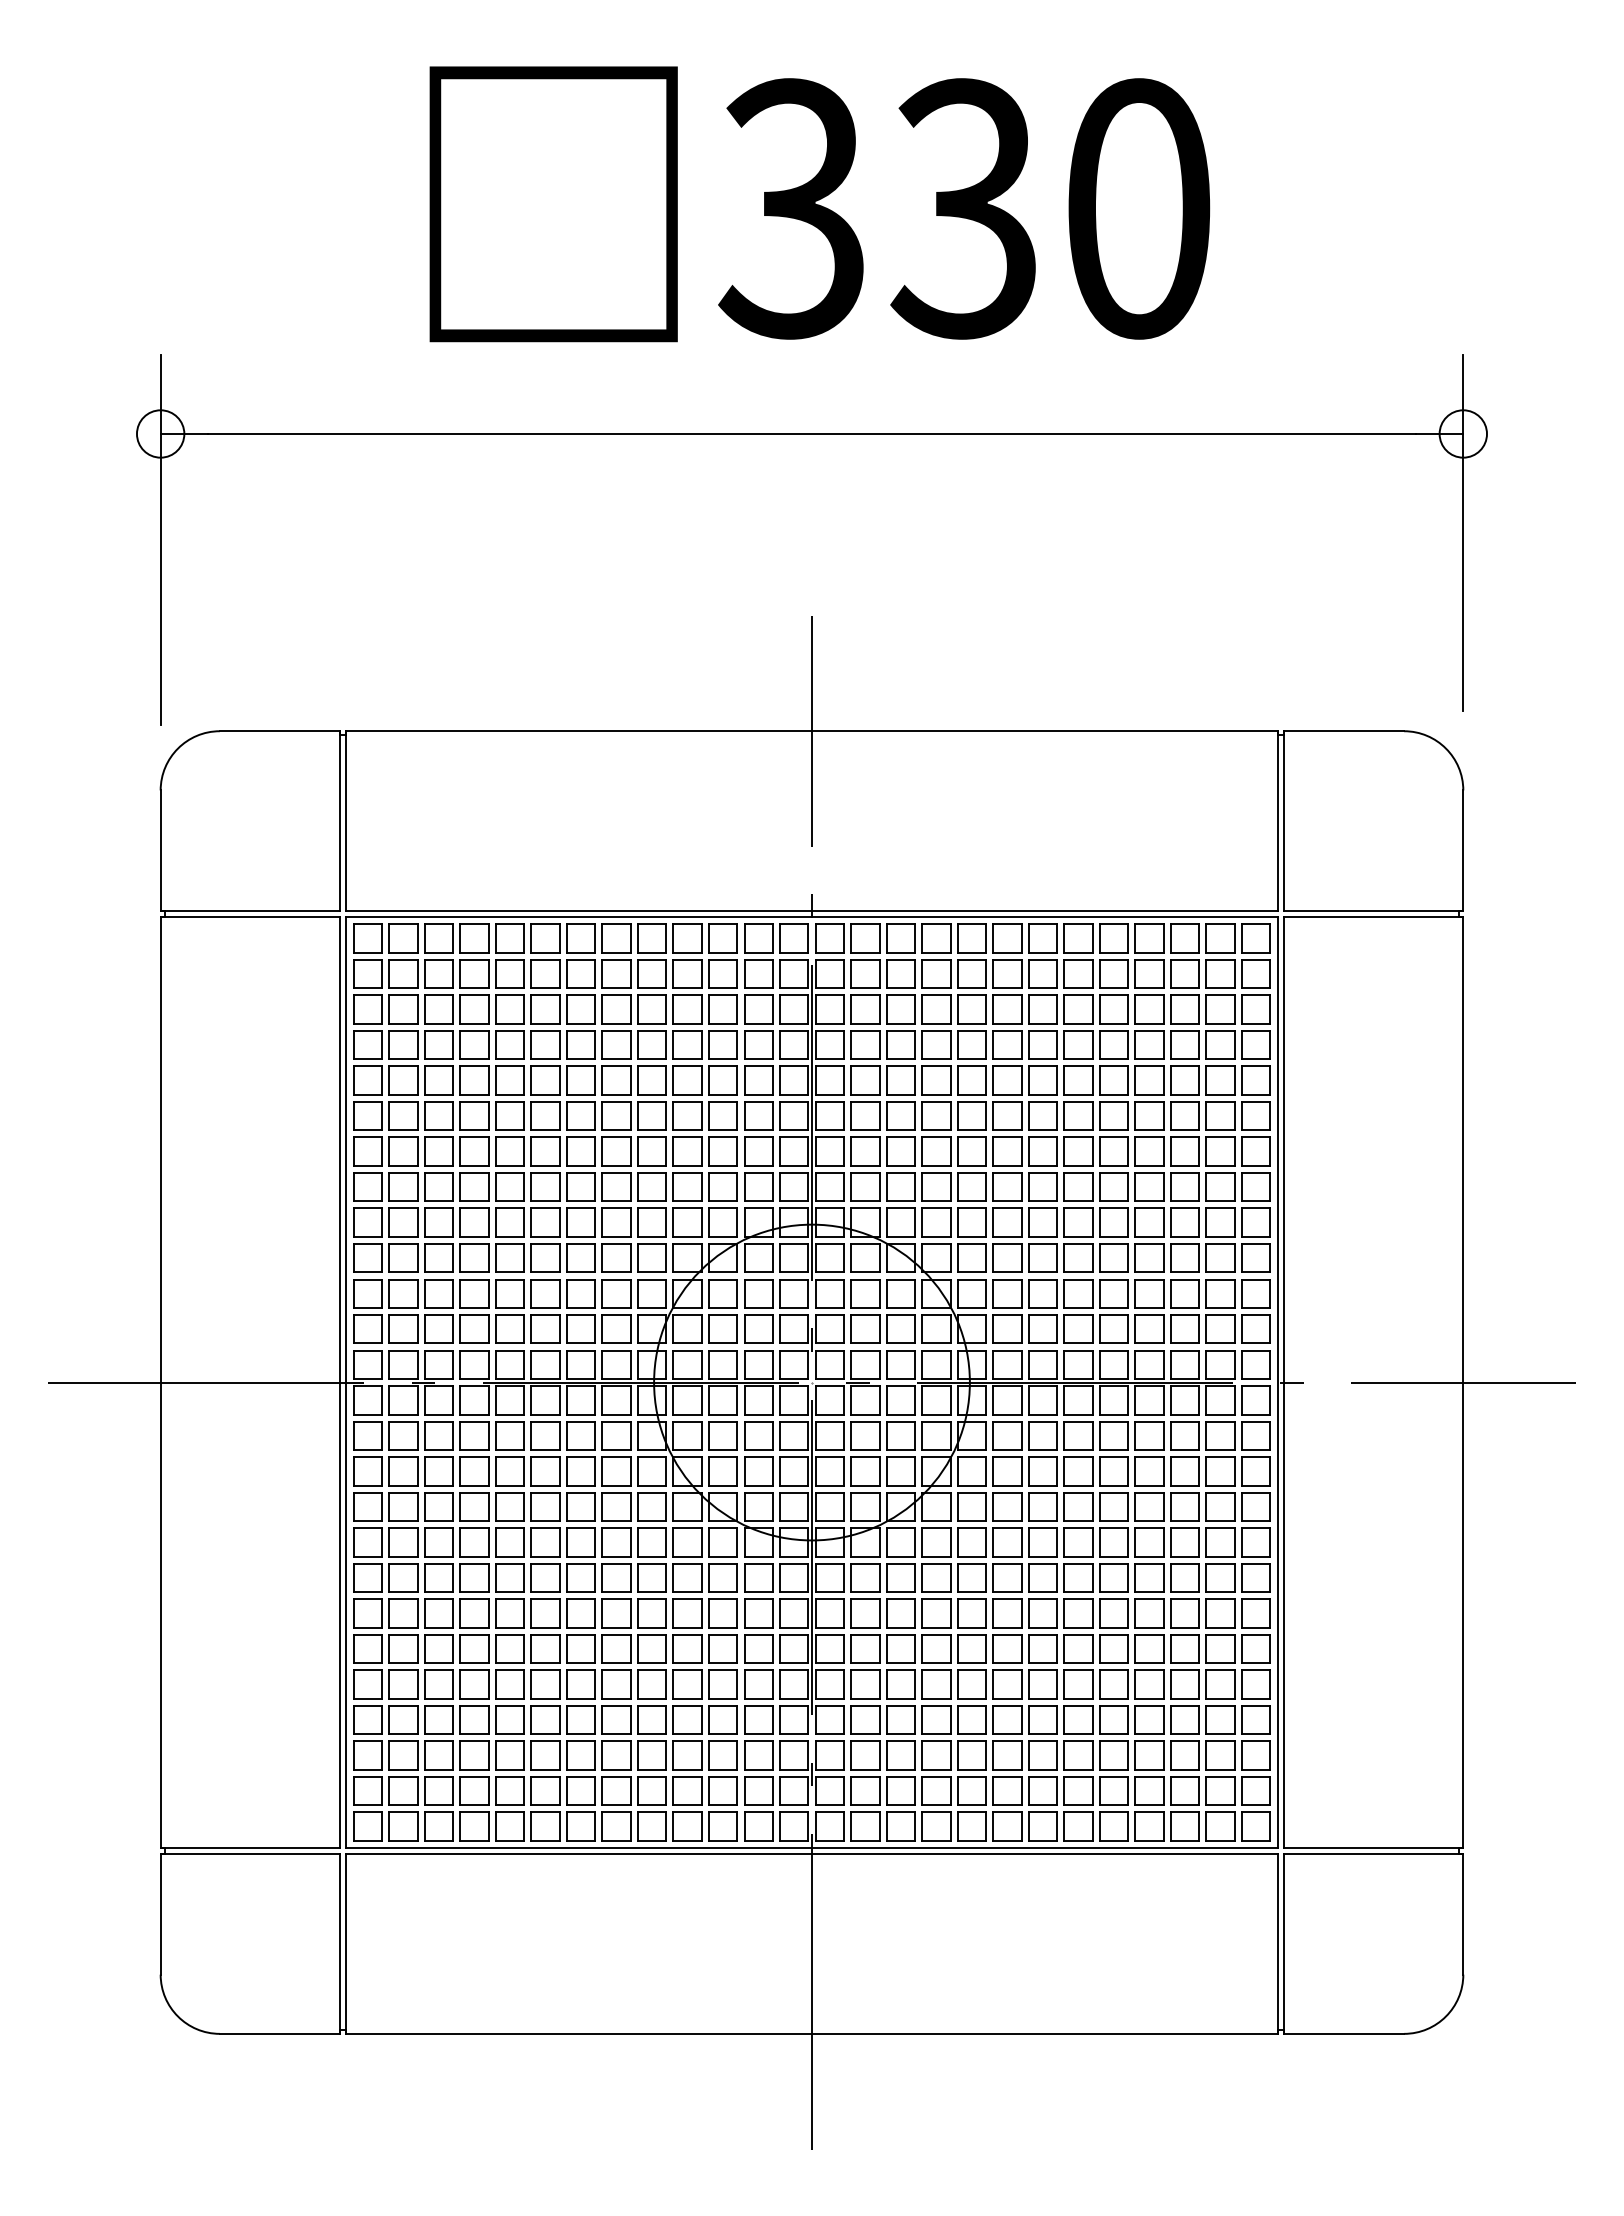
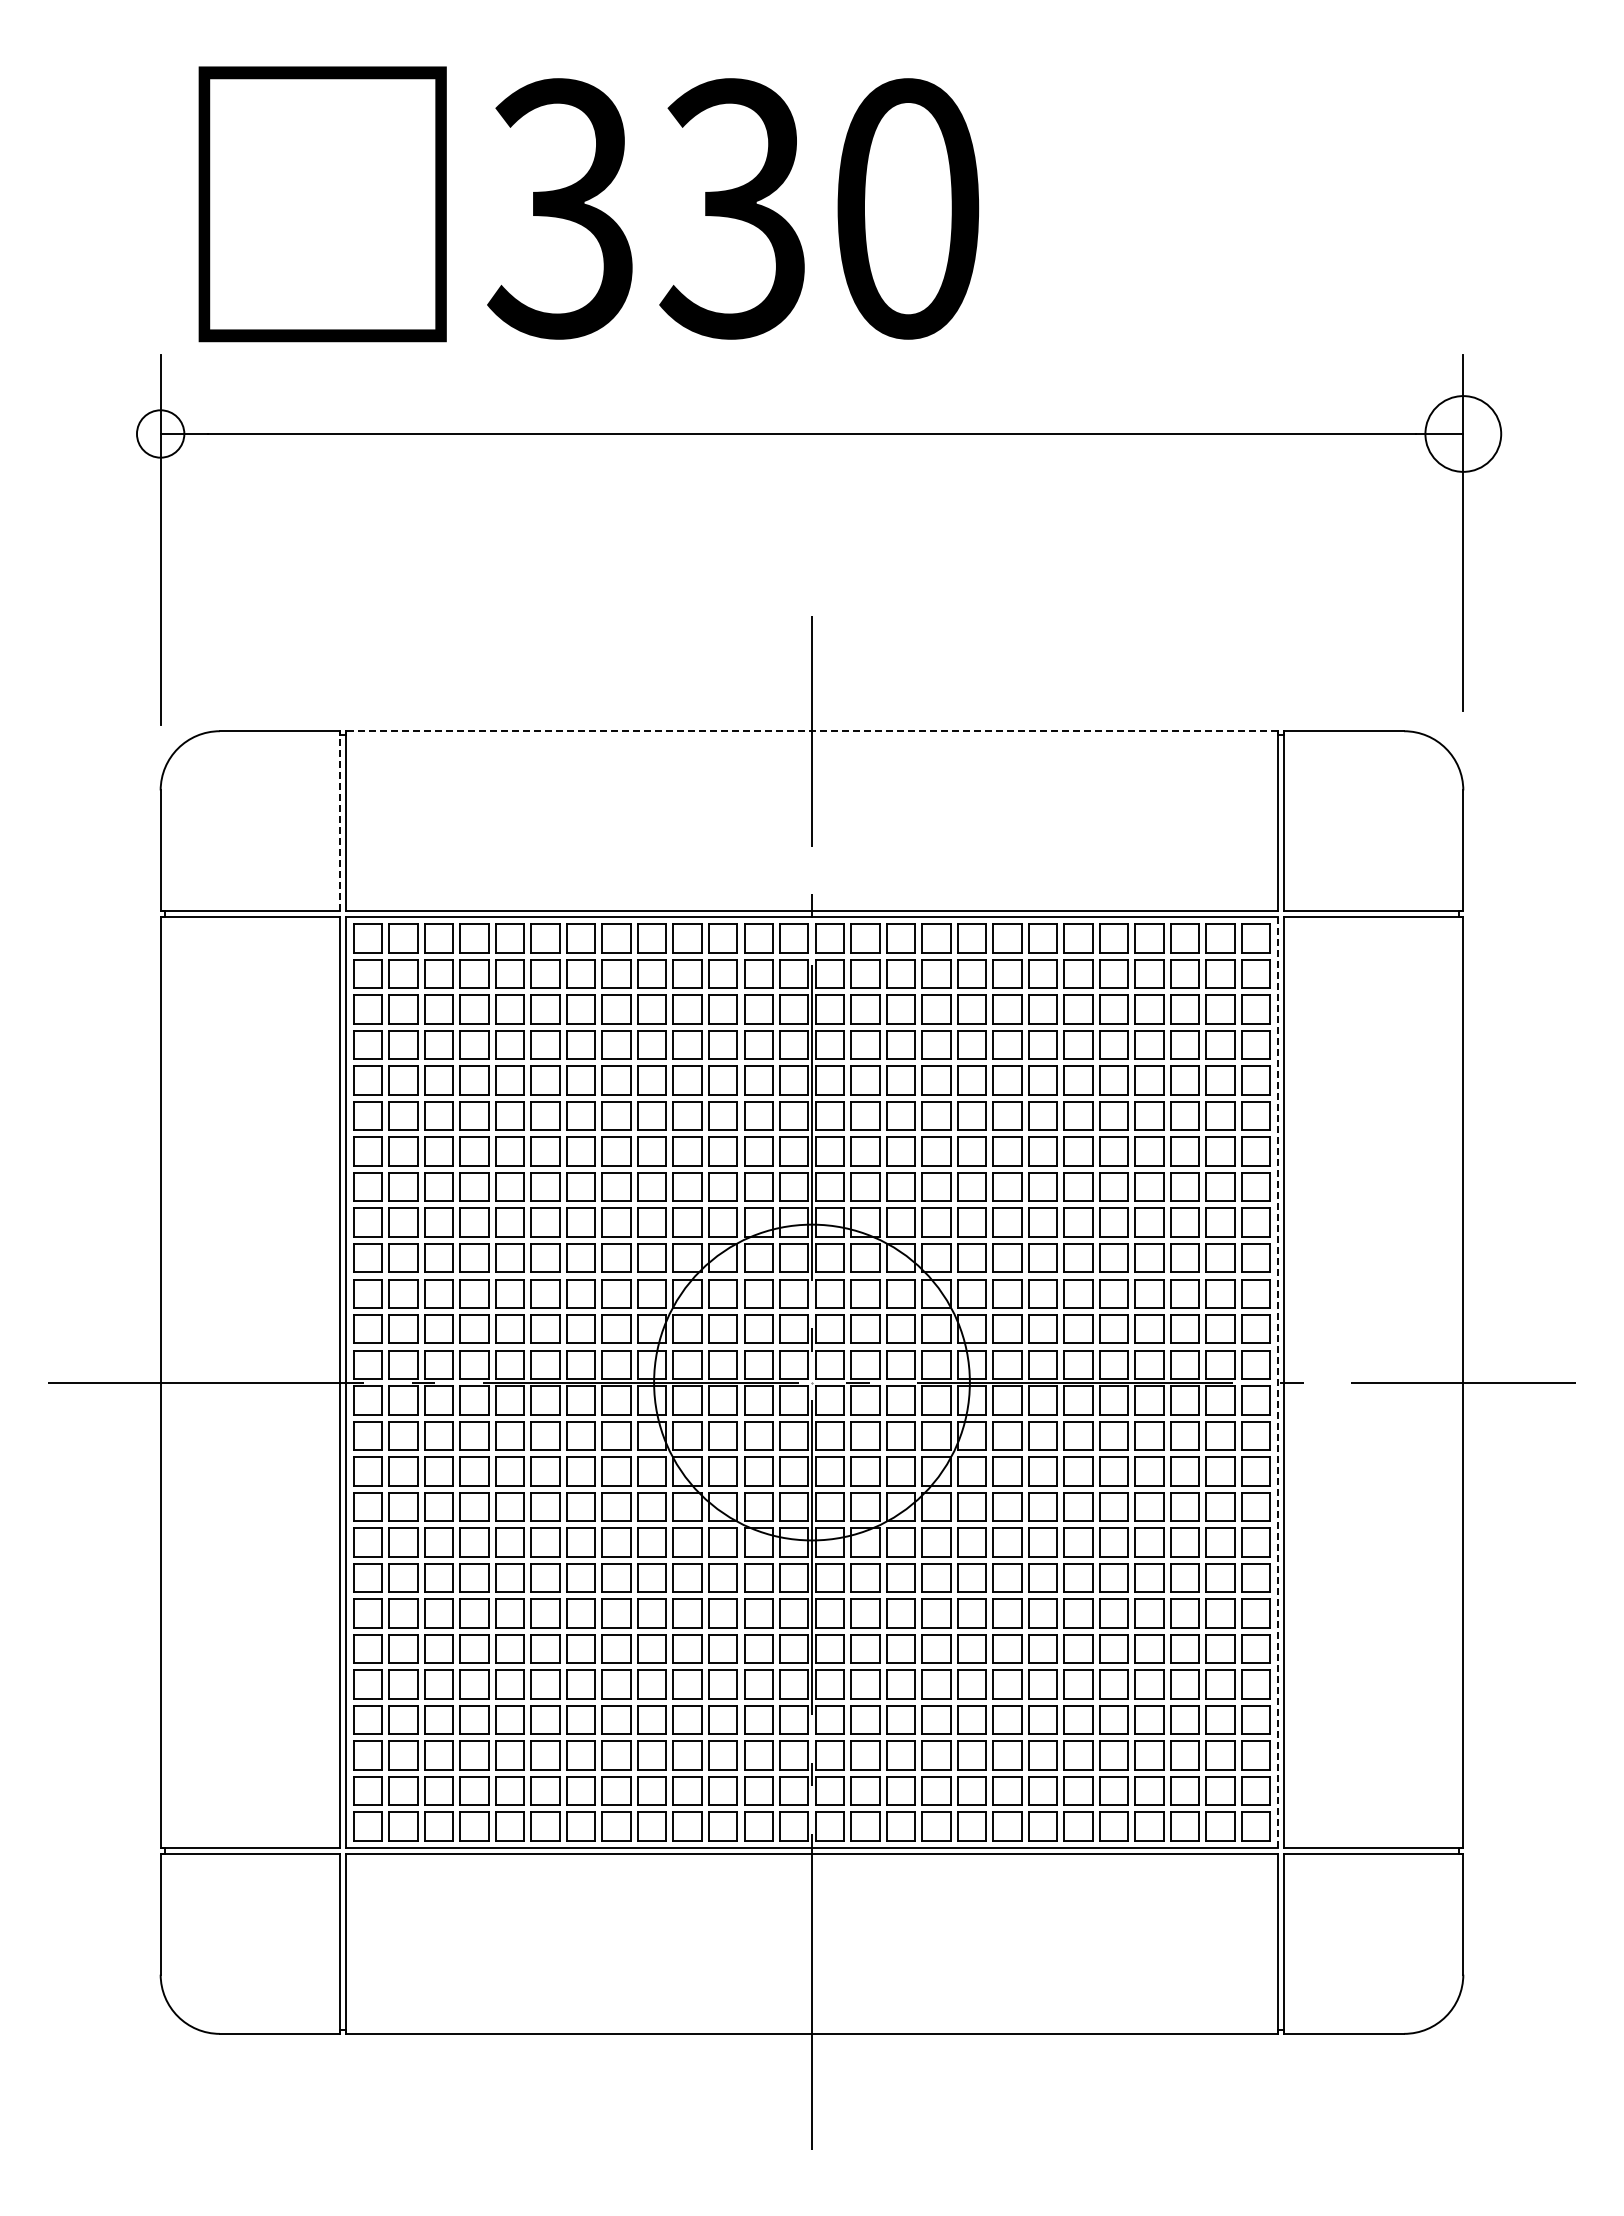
text at (819, 204) position: (819, 204) -> (588, 204)
circle at (1463, 433) diameter: 47 px -> 76 px
line at (812, 731): solid -> dashed
line at (340, 821): solid -> dashed
line at (1277, 1382): solid -> dashed
